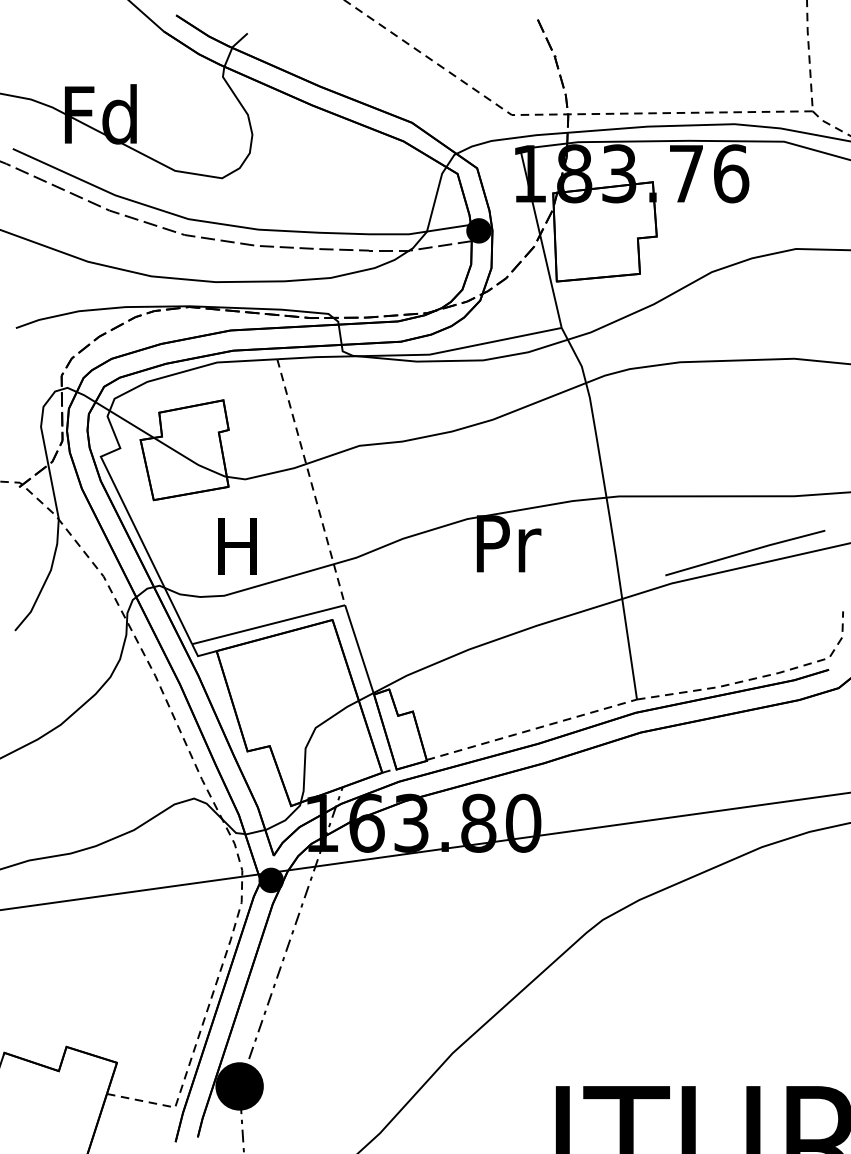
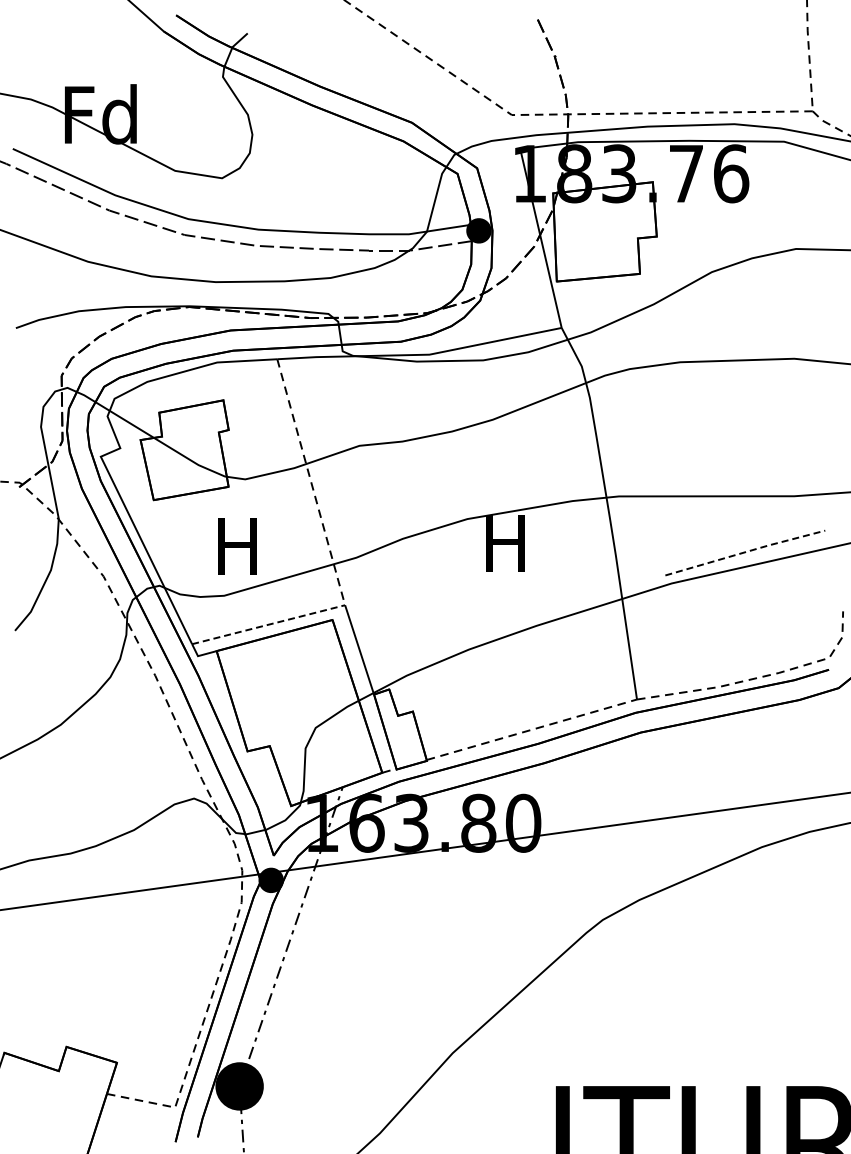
text at (508, 543): Pr -> H
line at (746, 551): solid -> dashed
line at (268, 624): solid -> dashed
